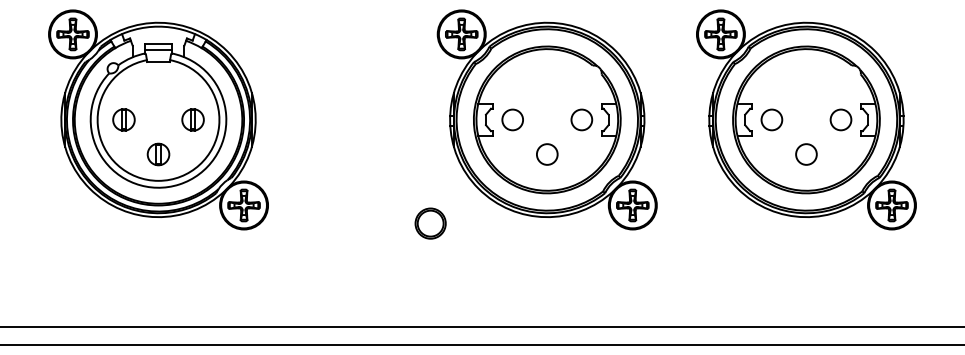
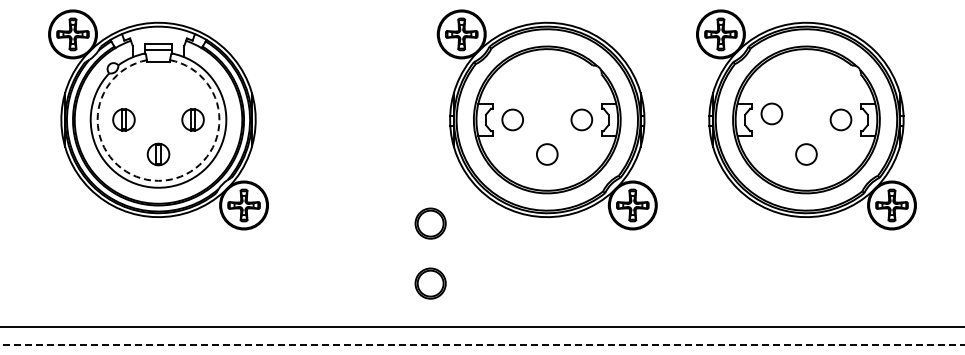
circle at (771, 119) position: (771, 119) -> (771, 113)
arc at (158, 180): solid -> dashed
part at (430, 283): none -> present
line at (482, 344): solid -> dashed
